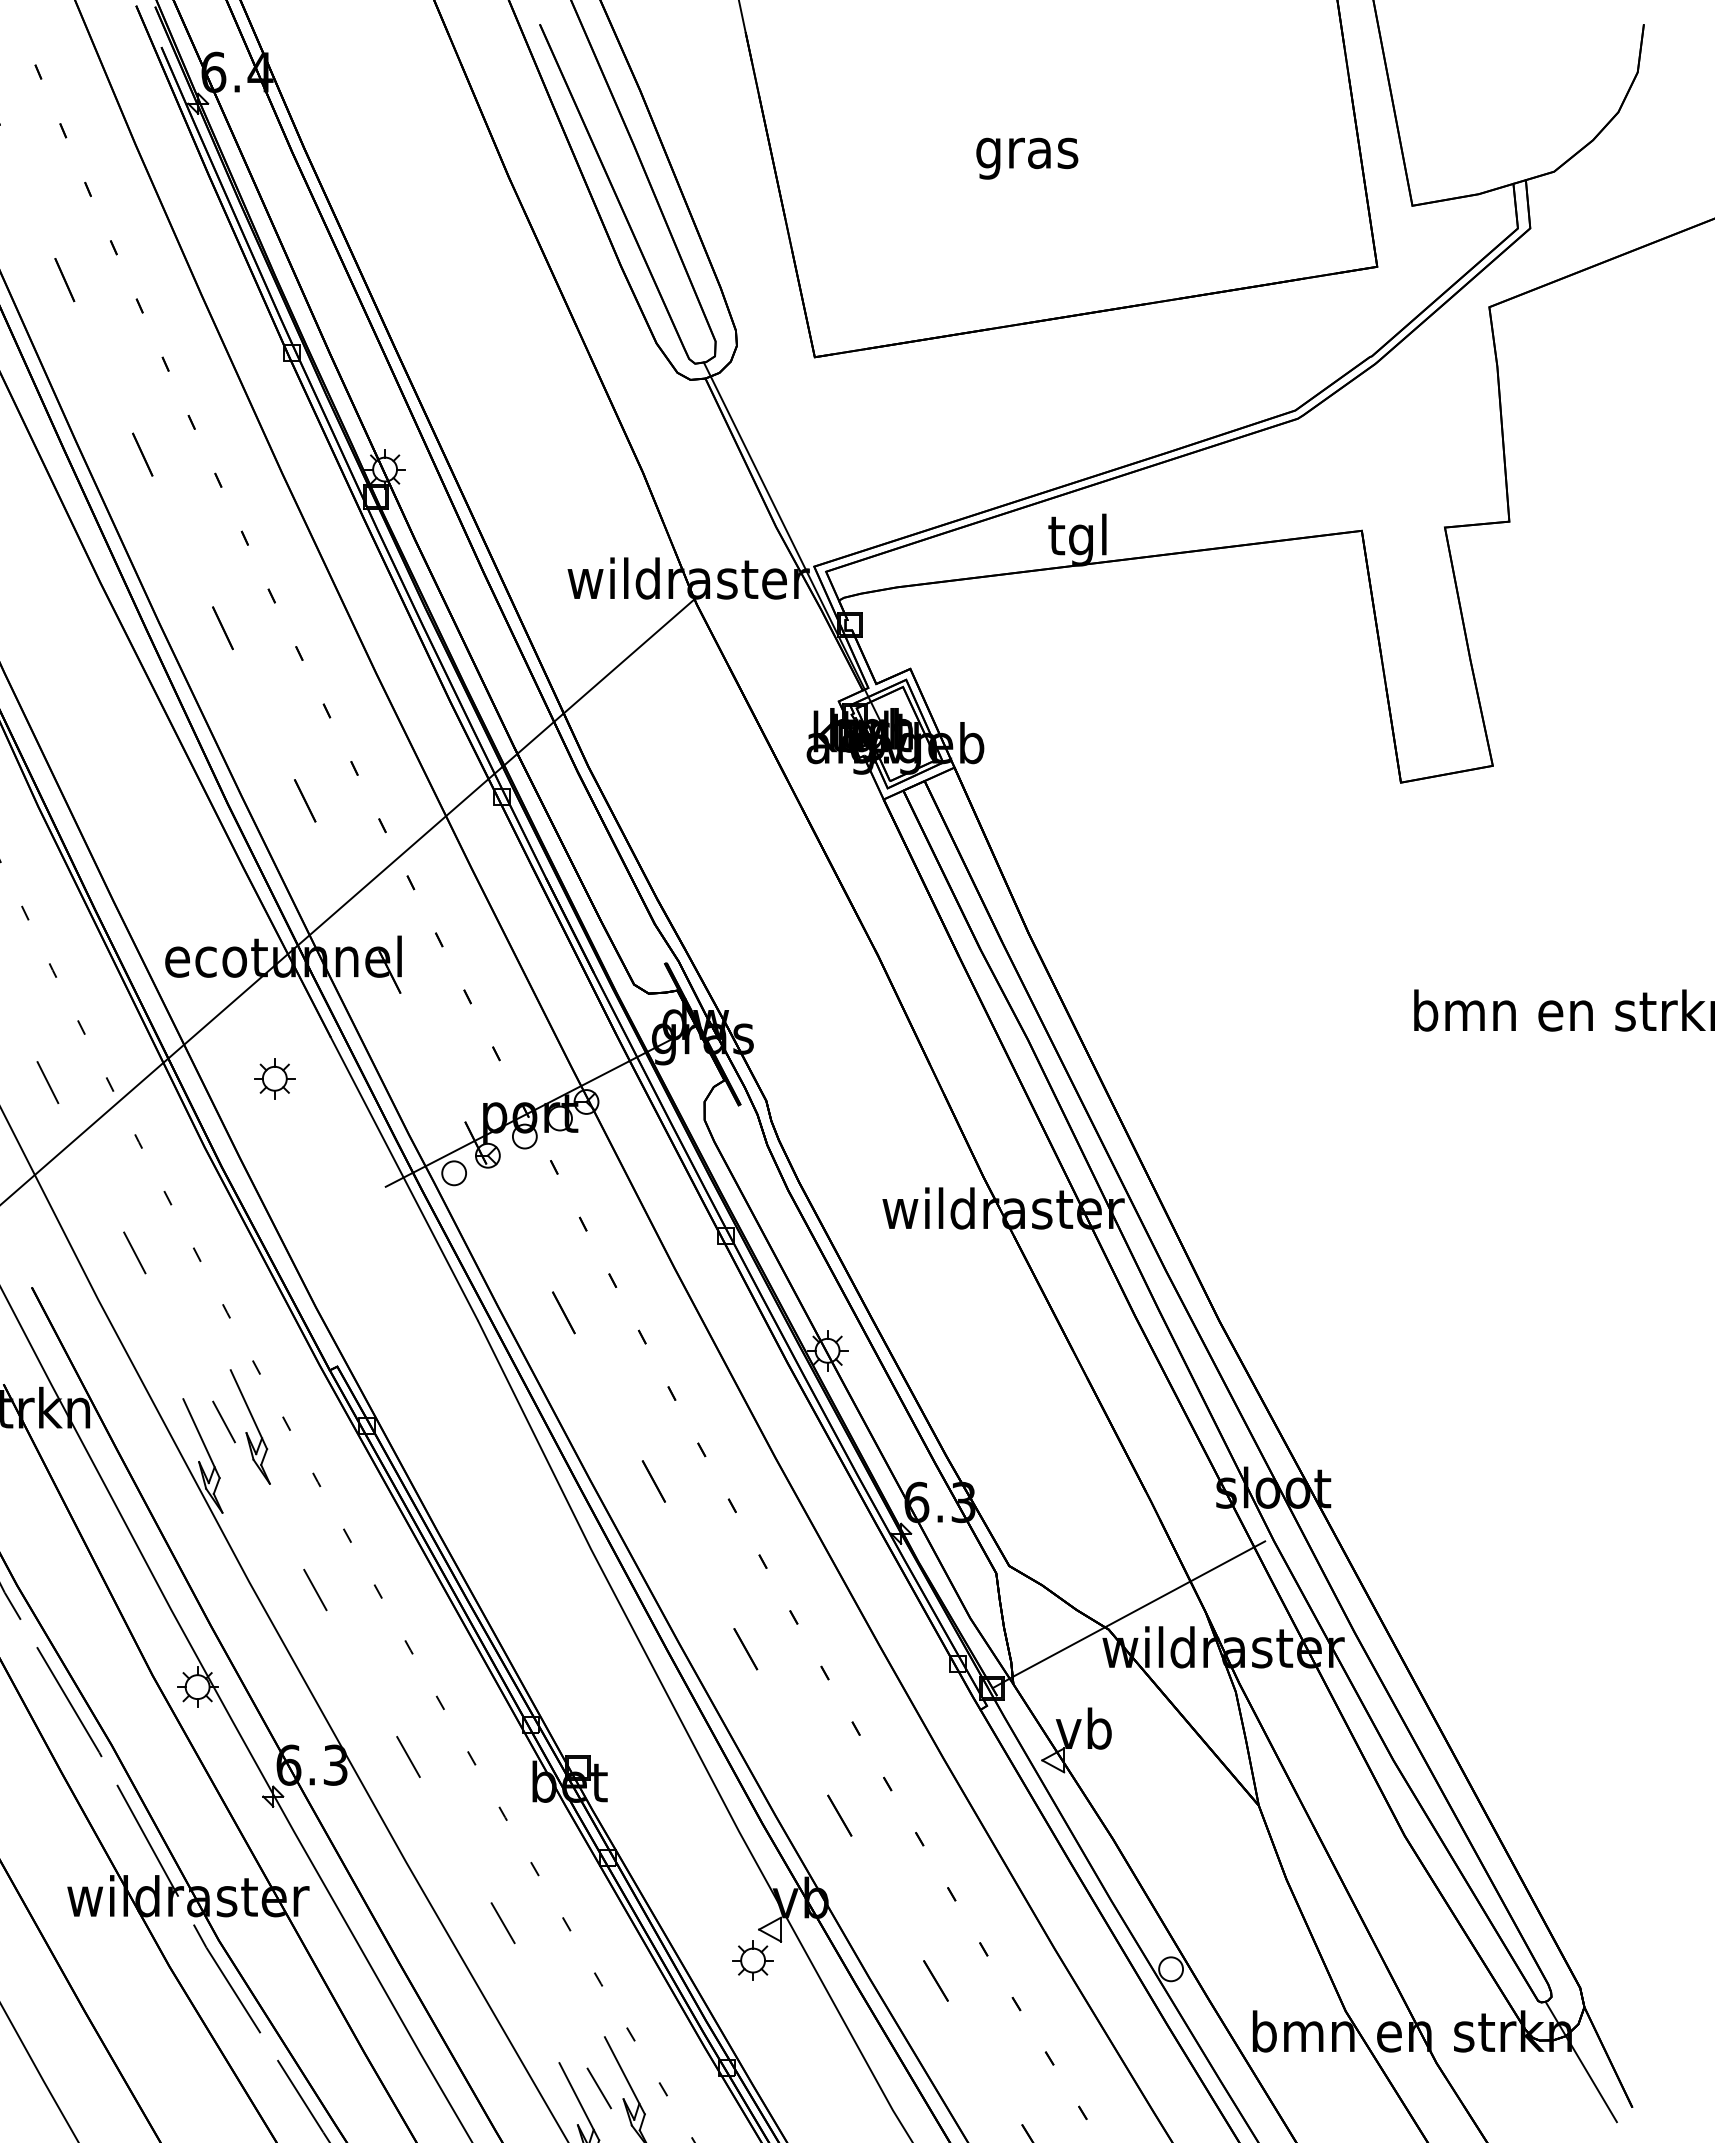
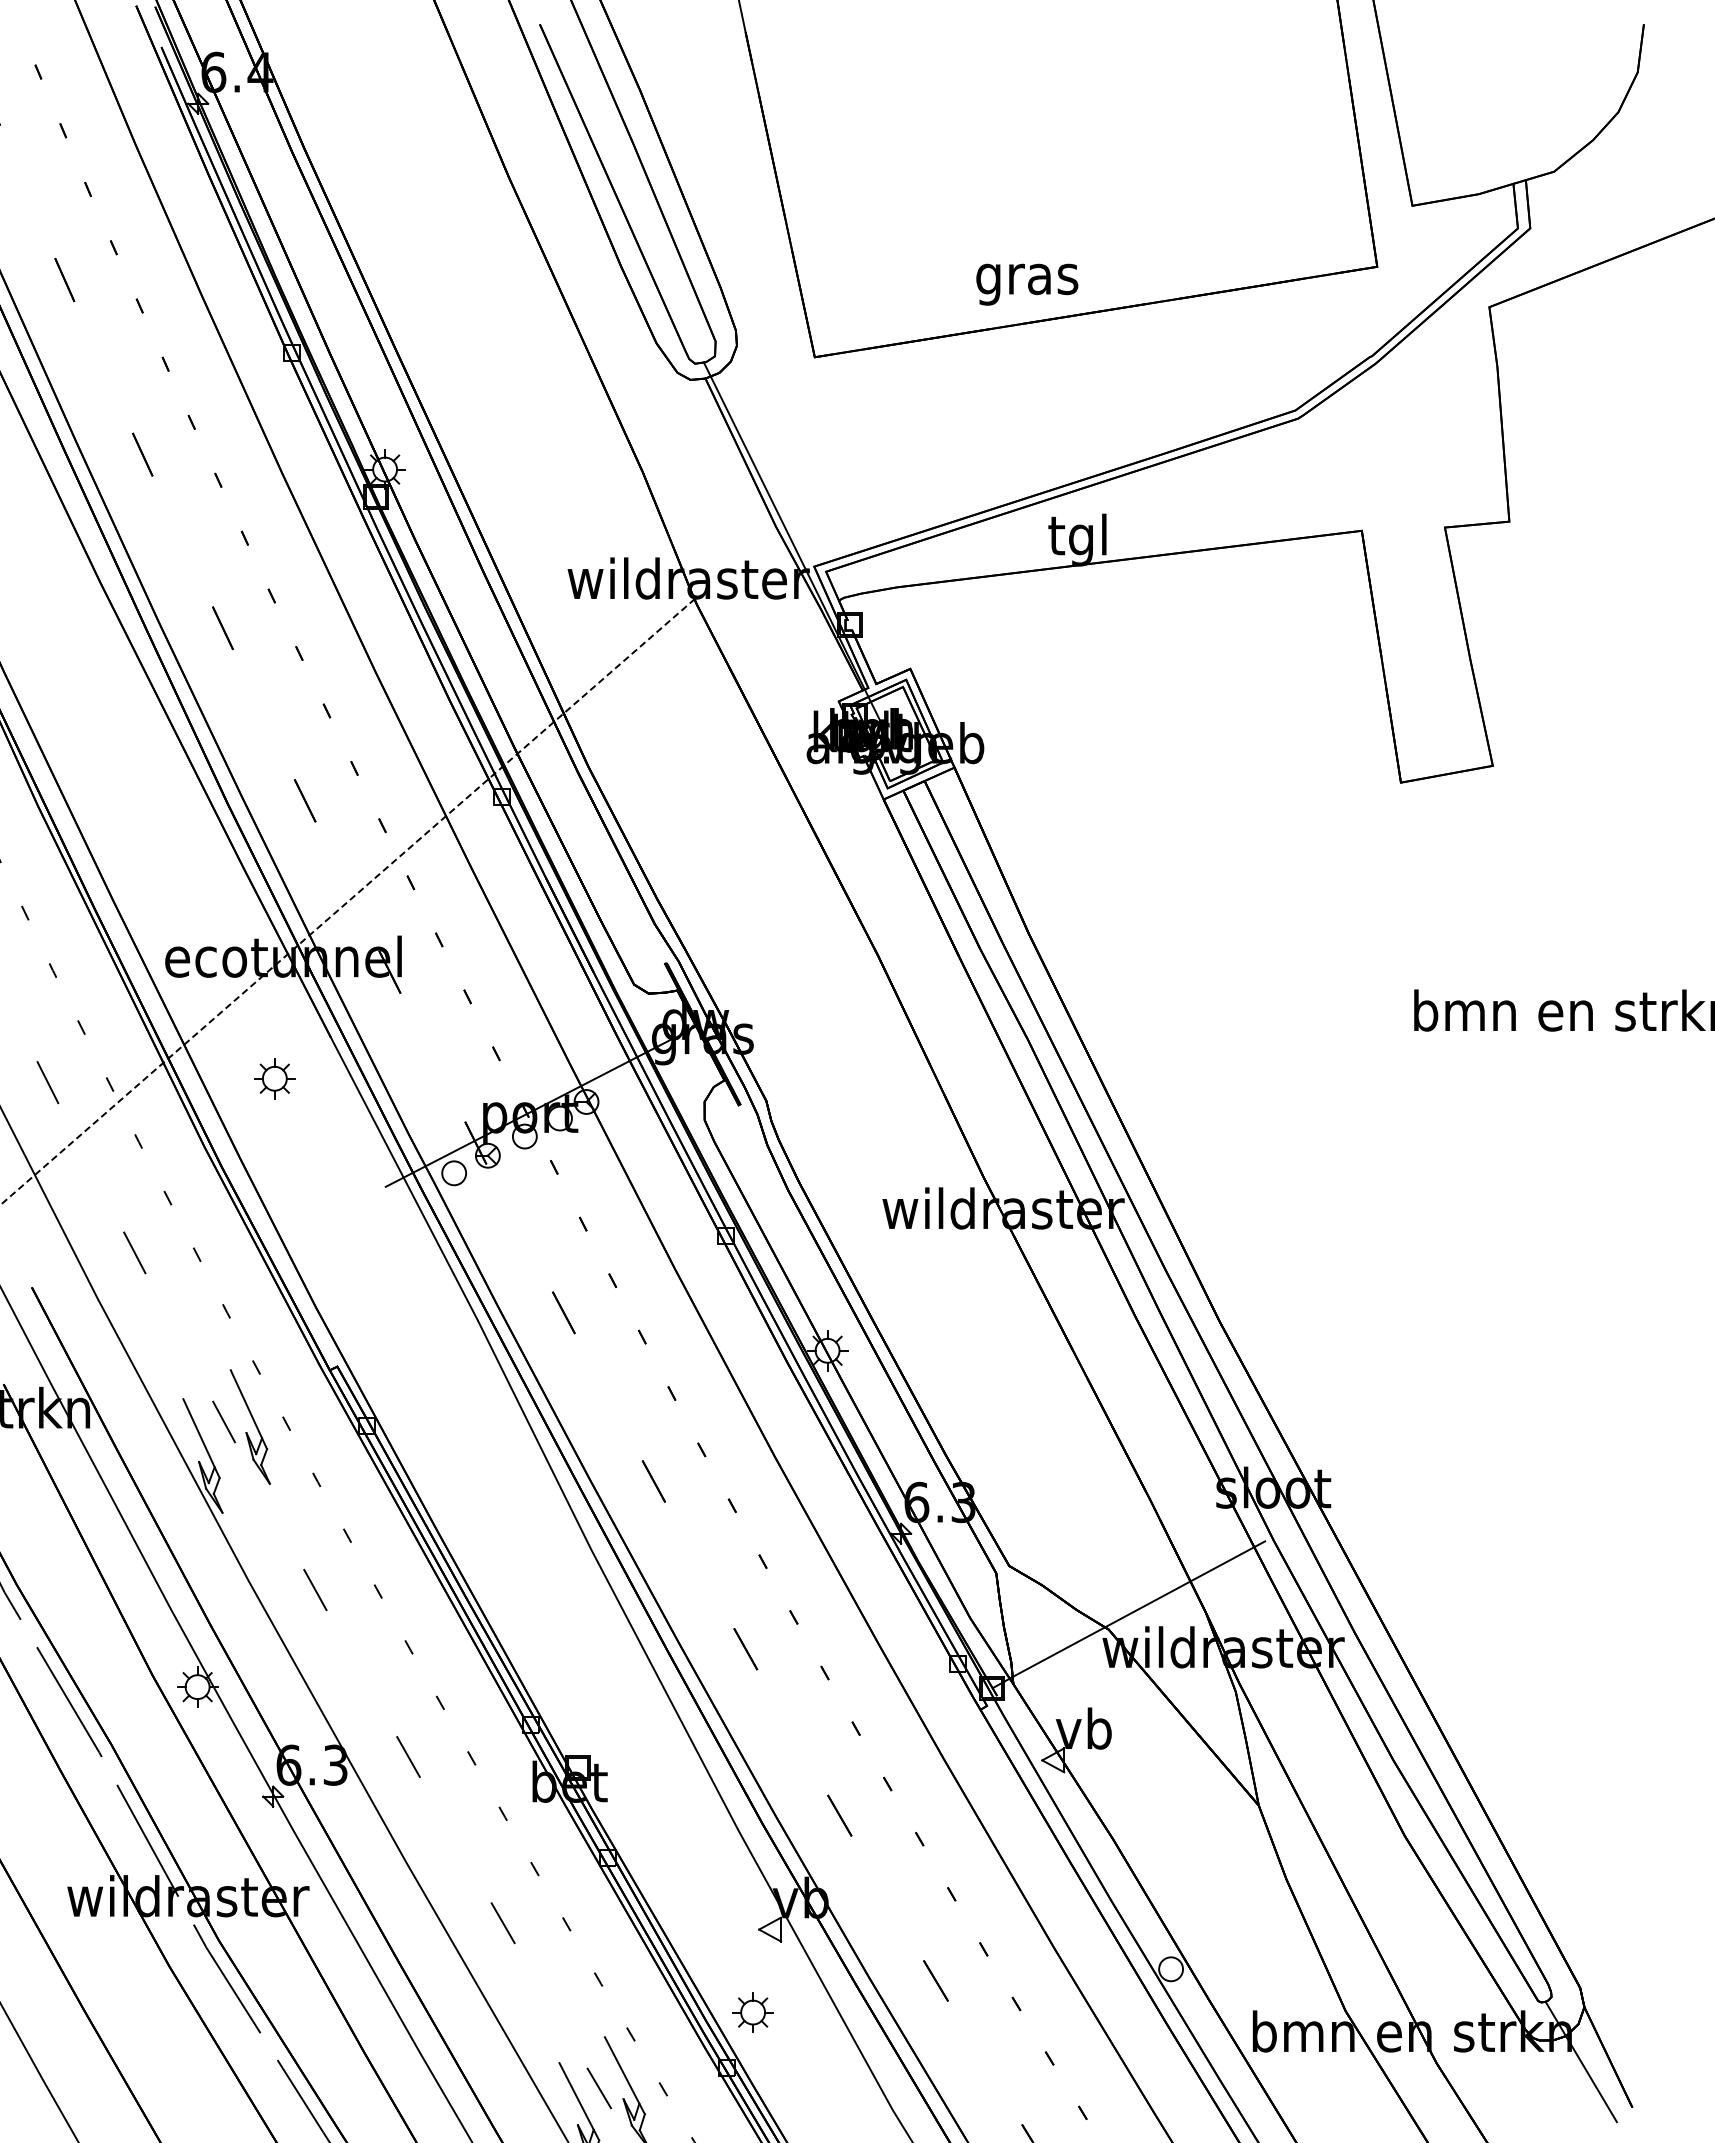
text at (1027, 158) position: (1027, 158) -> (1027, 284)
line at (347, 901): solid -> dashed
part at (752, 1960) position: (752, 1960) -> (752, 2012)
